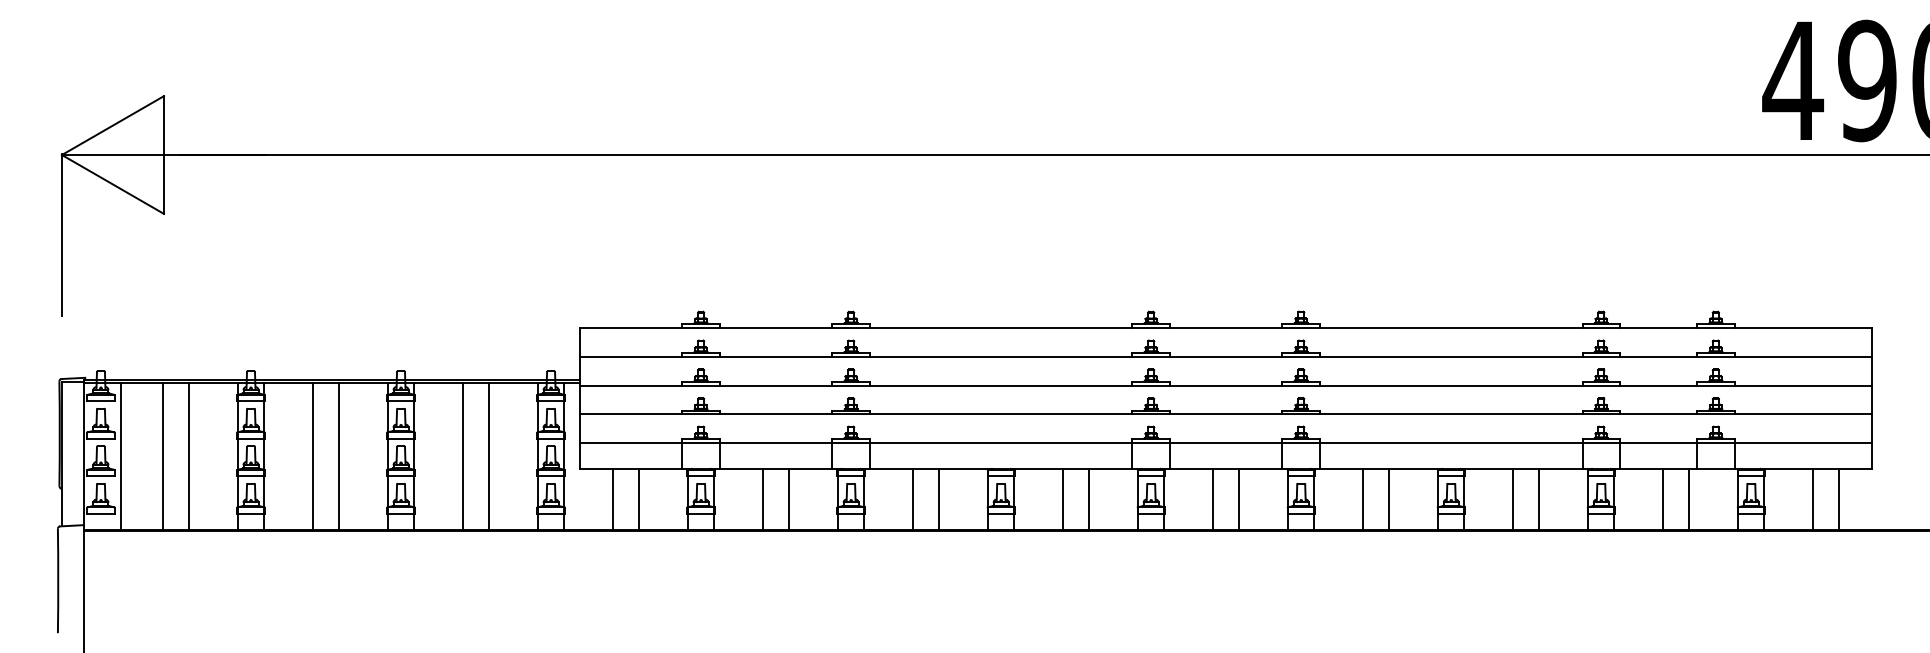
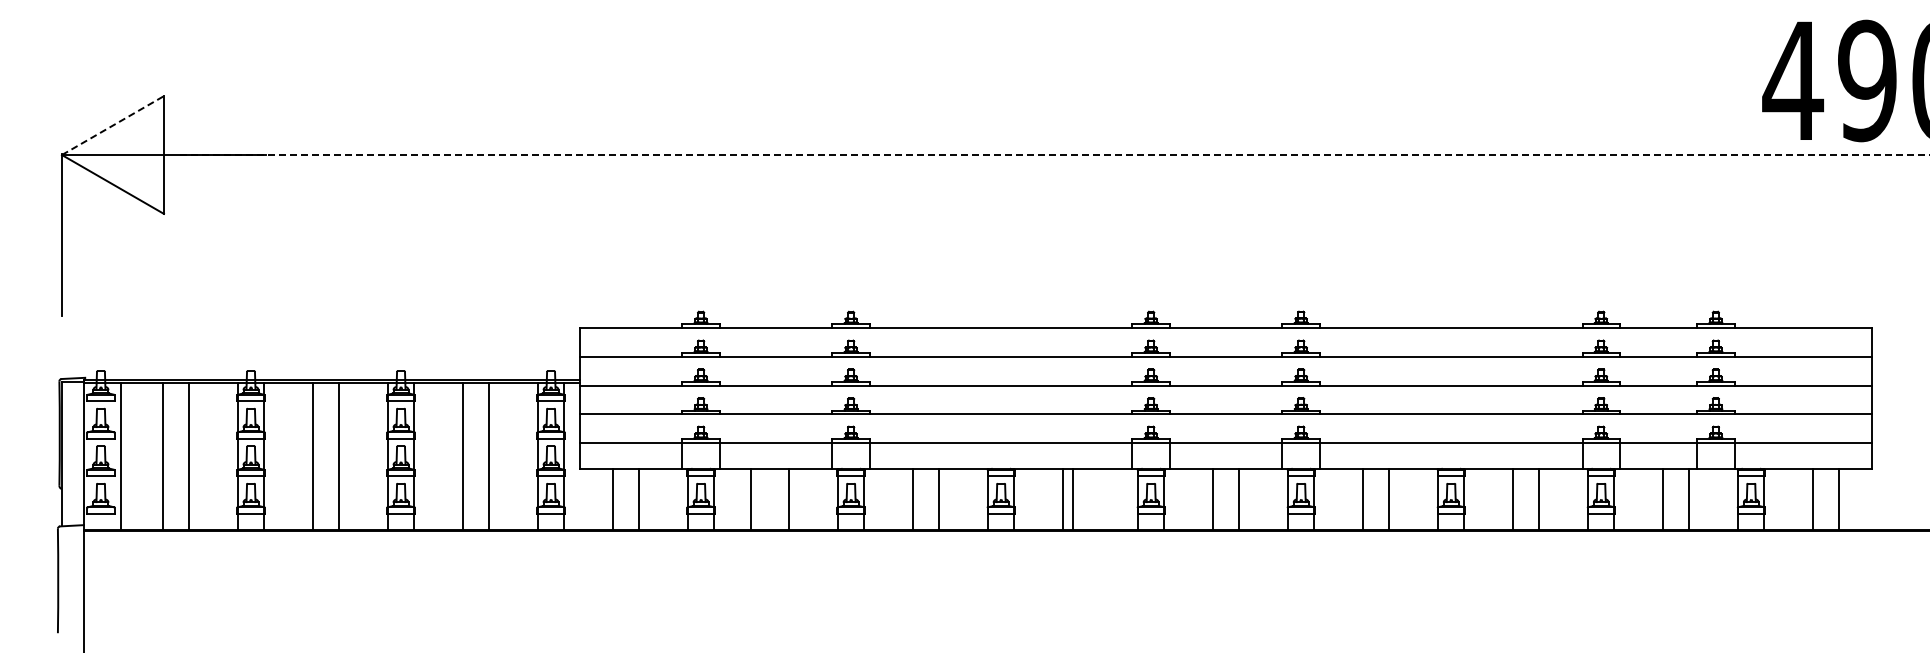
line at (112, 125): solid -> dashed
line at (1054, 155): solid -> dashed
line at (762, 498) position: (762, 498) -> (750, 498)
line at (1089, 498) position: (1089, 498) -> (1073, 498)
